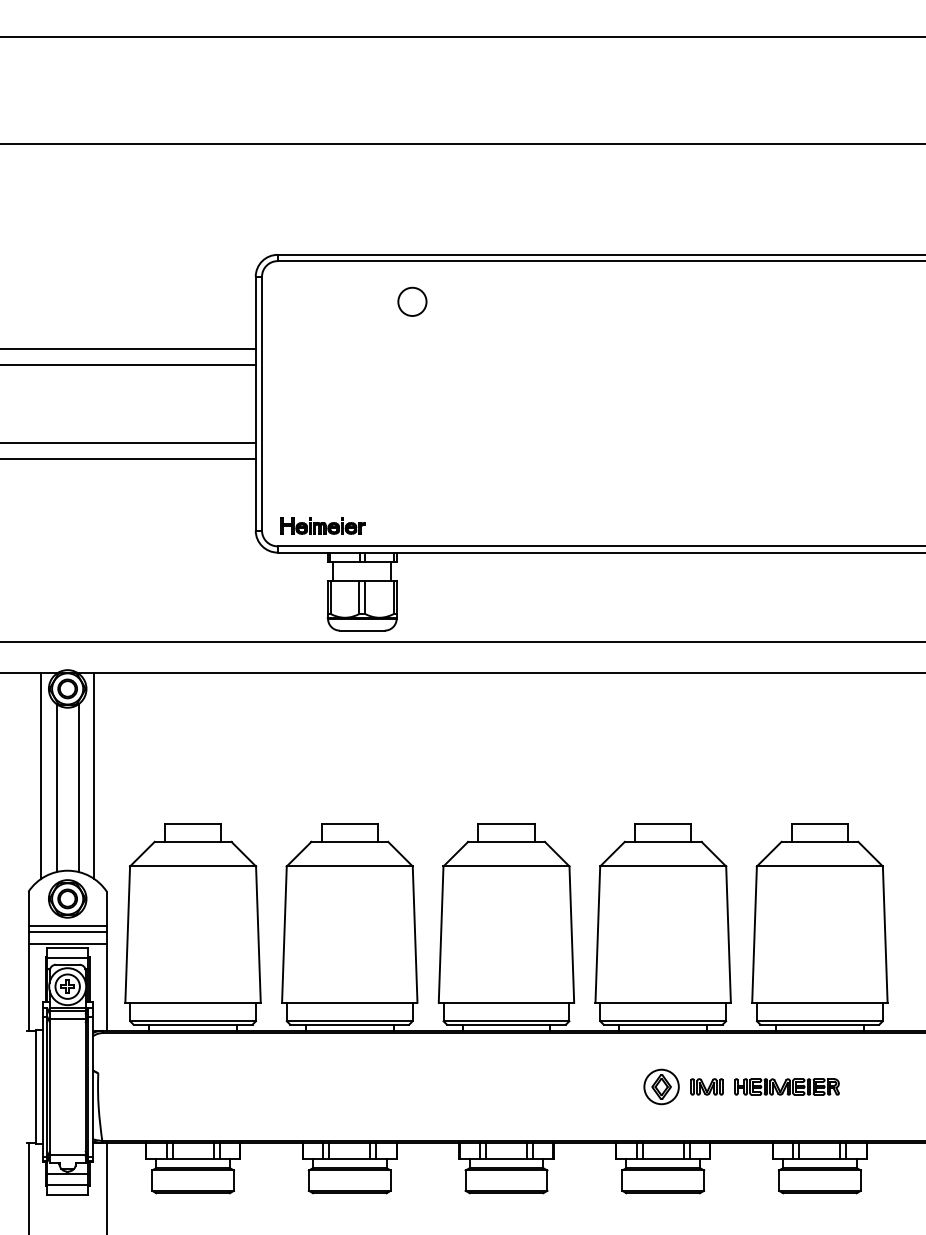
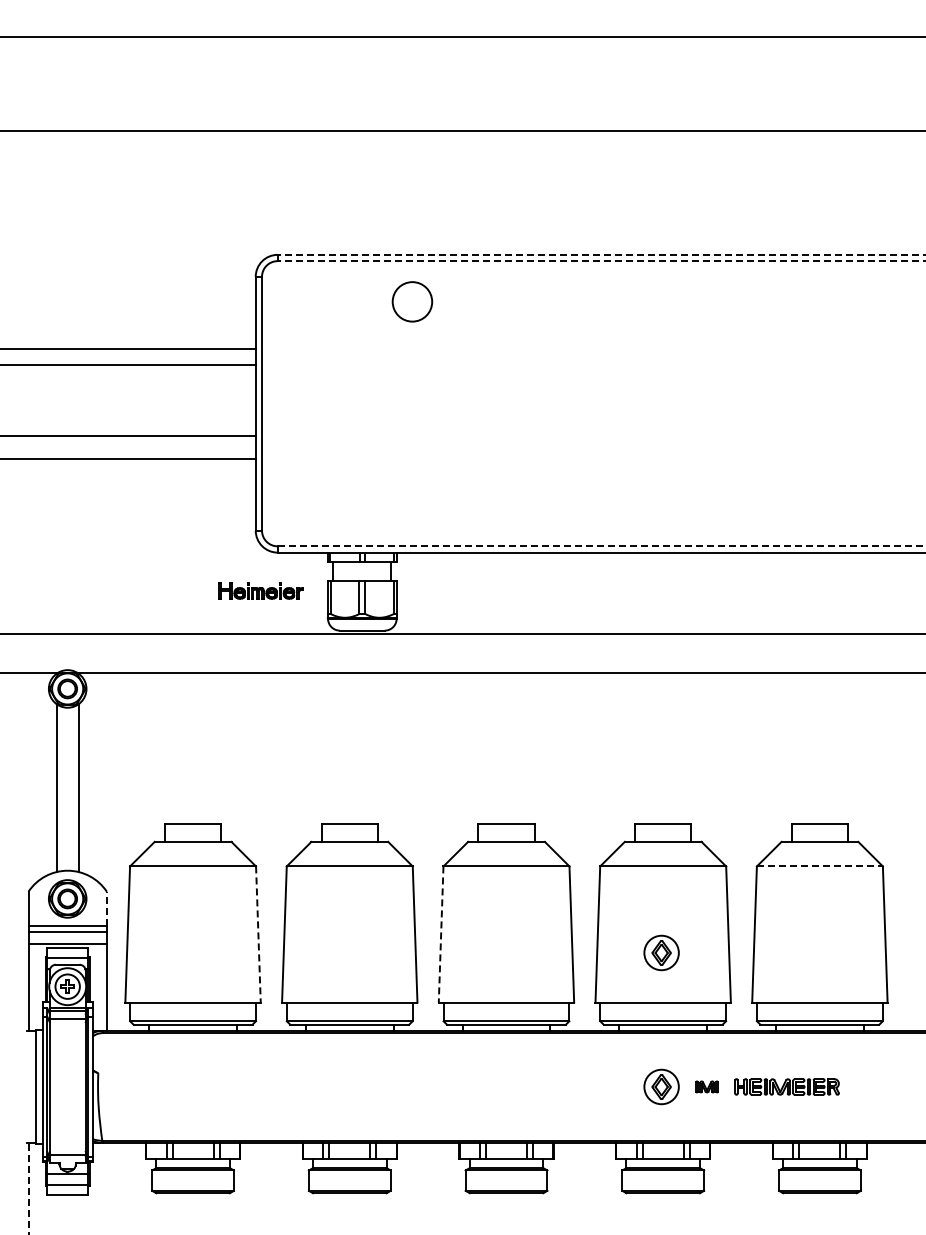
line at (462, 143) position: (462, 143) -> (462, 130)
line at (601, 254): solid -> dashed
line at (601, 261): solid -> dashed
circle at (412, 301) diameter: 28 px -> 39 px
line at (128, 442) position: (128, 442) -> (128, 435)
part at (322, 525) position: (322, 525) -> (260, 590)
line at (601, 546): solid -> dashed
line at (462, 641) position: (462, 641) -> (462, 633)
line at (41, 775): present -> none
line at (94, 775): present -> none
line at (819, 866): solid -> dashed
line at (106, 908): solid -> dashed
line at (258, 935): solid -> dashed
line at (441, 935): solid -> dashed
part at (661, 952): none -> present
part at (706, 1086) size: 34x18 px -> 24x14 px
line at (106, 1187): present -> none
line at (28, 1188): solid -> dashed
